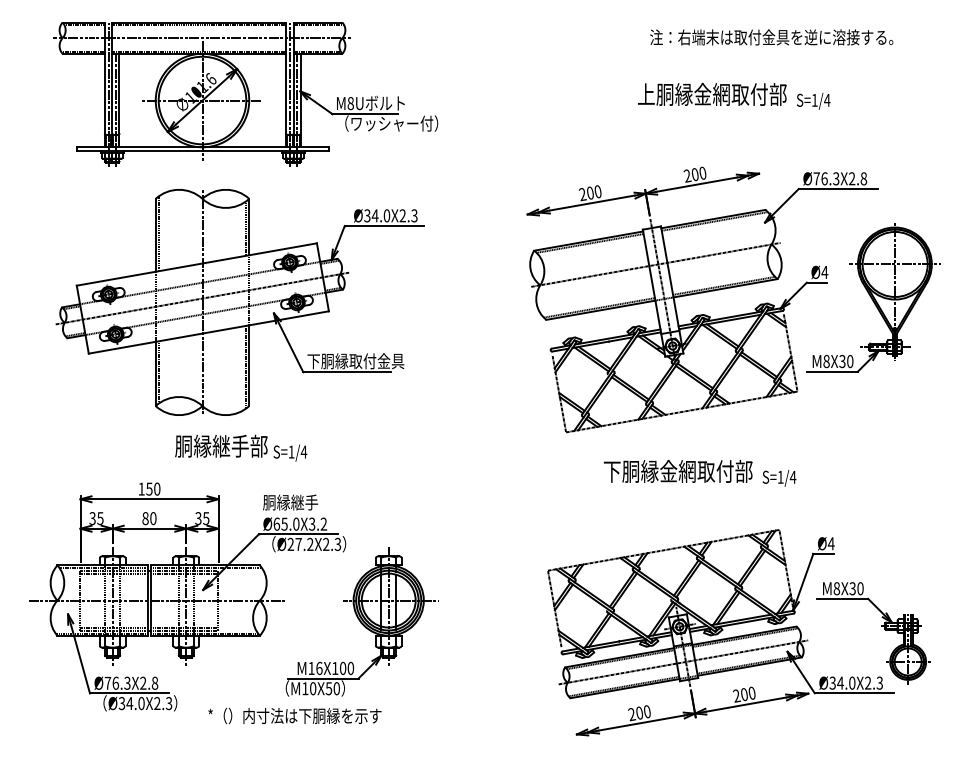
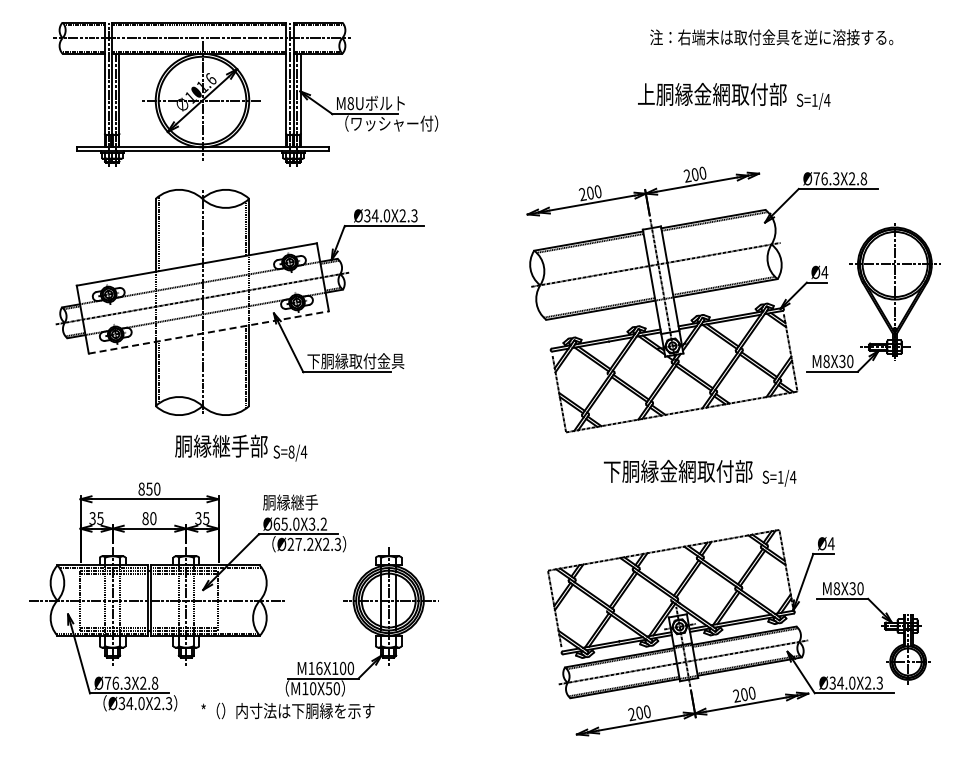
line at (208, 332): solid -> dashed
text at (291, 451): S=1/4 -> S=8/4
text at (141, 488): 150 -> 850
text at (294, 715) position: (294, 715) -> (287, 710)
